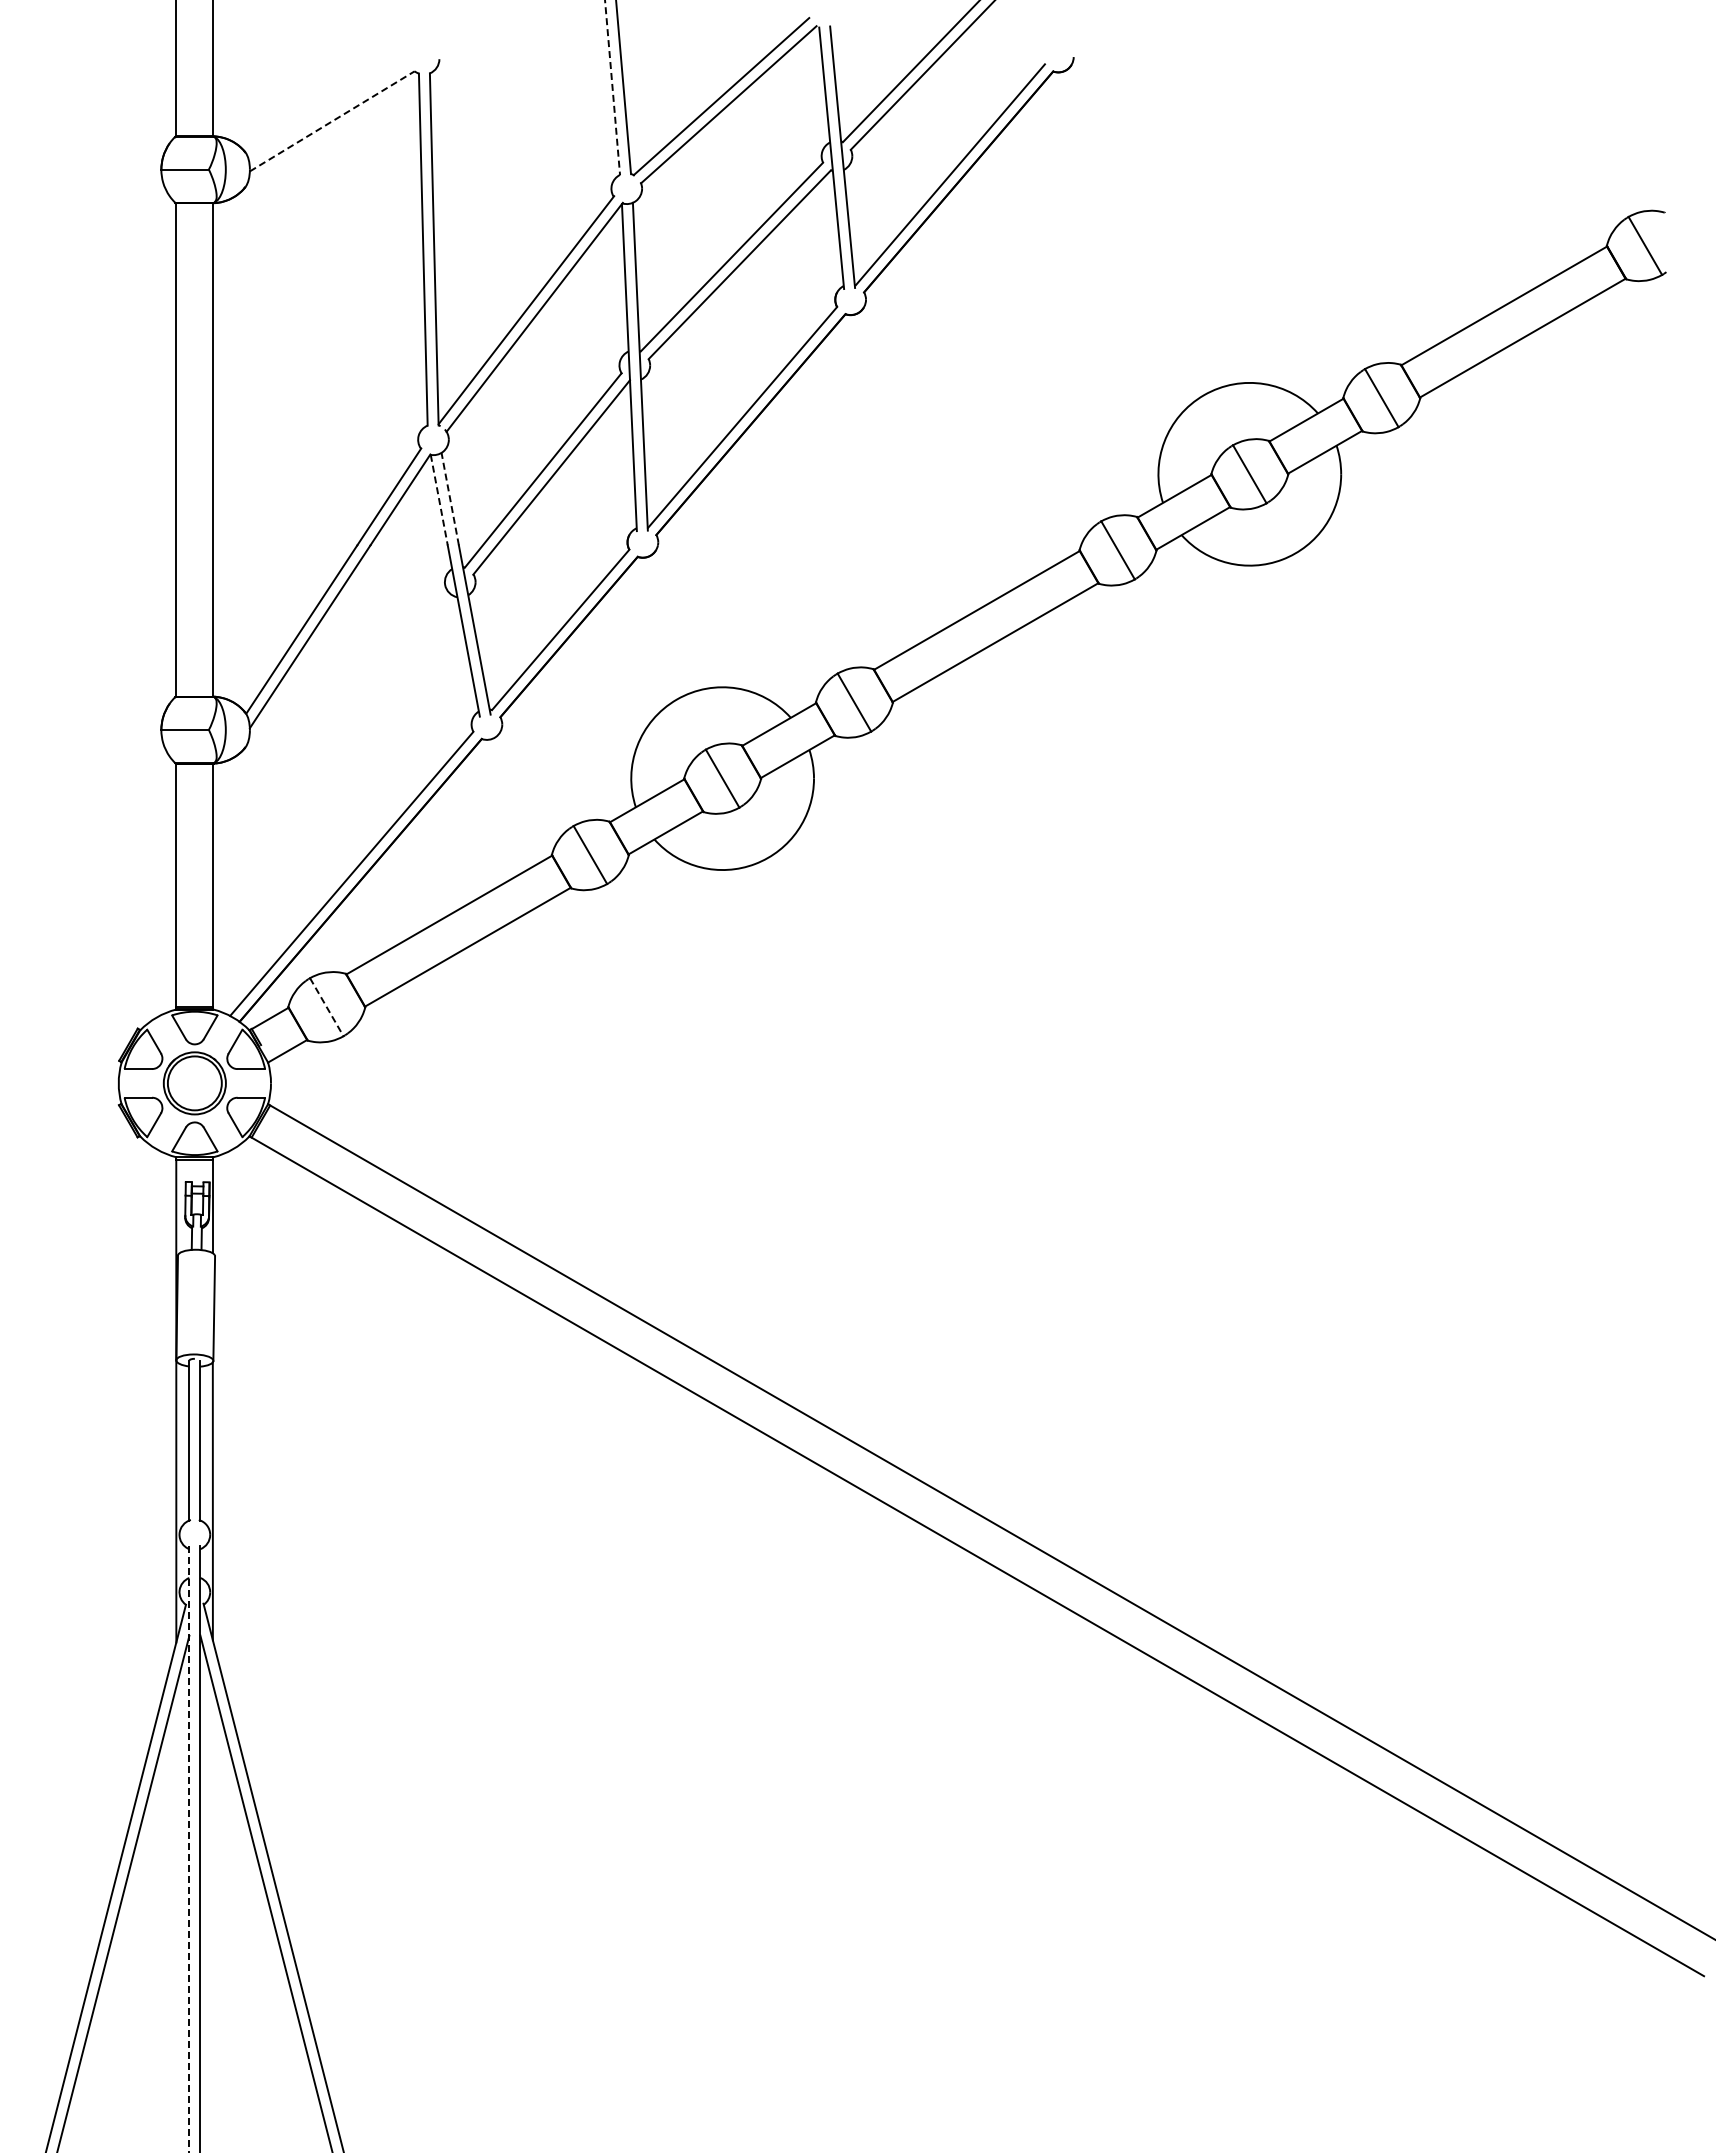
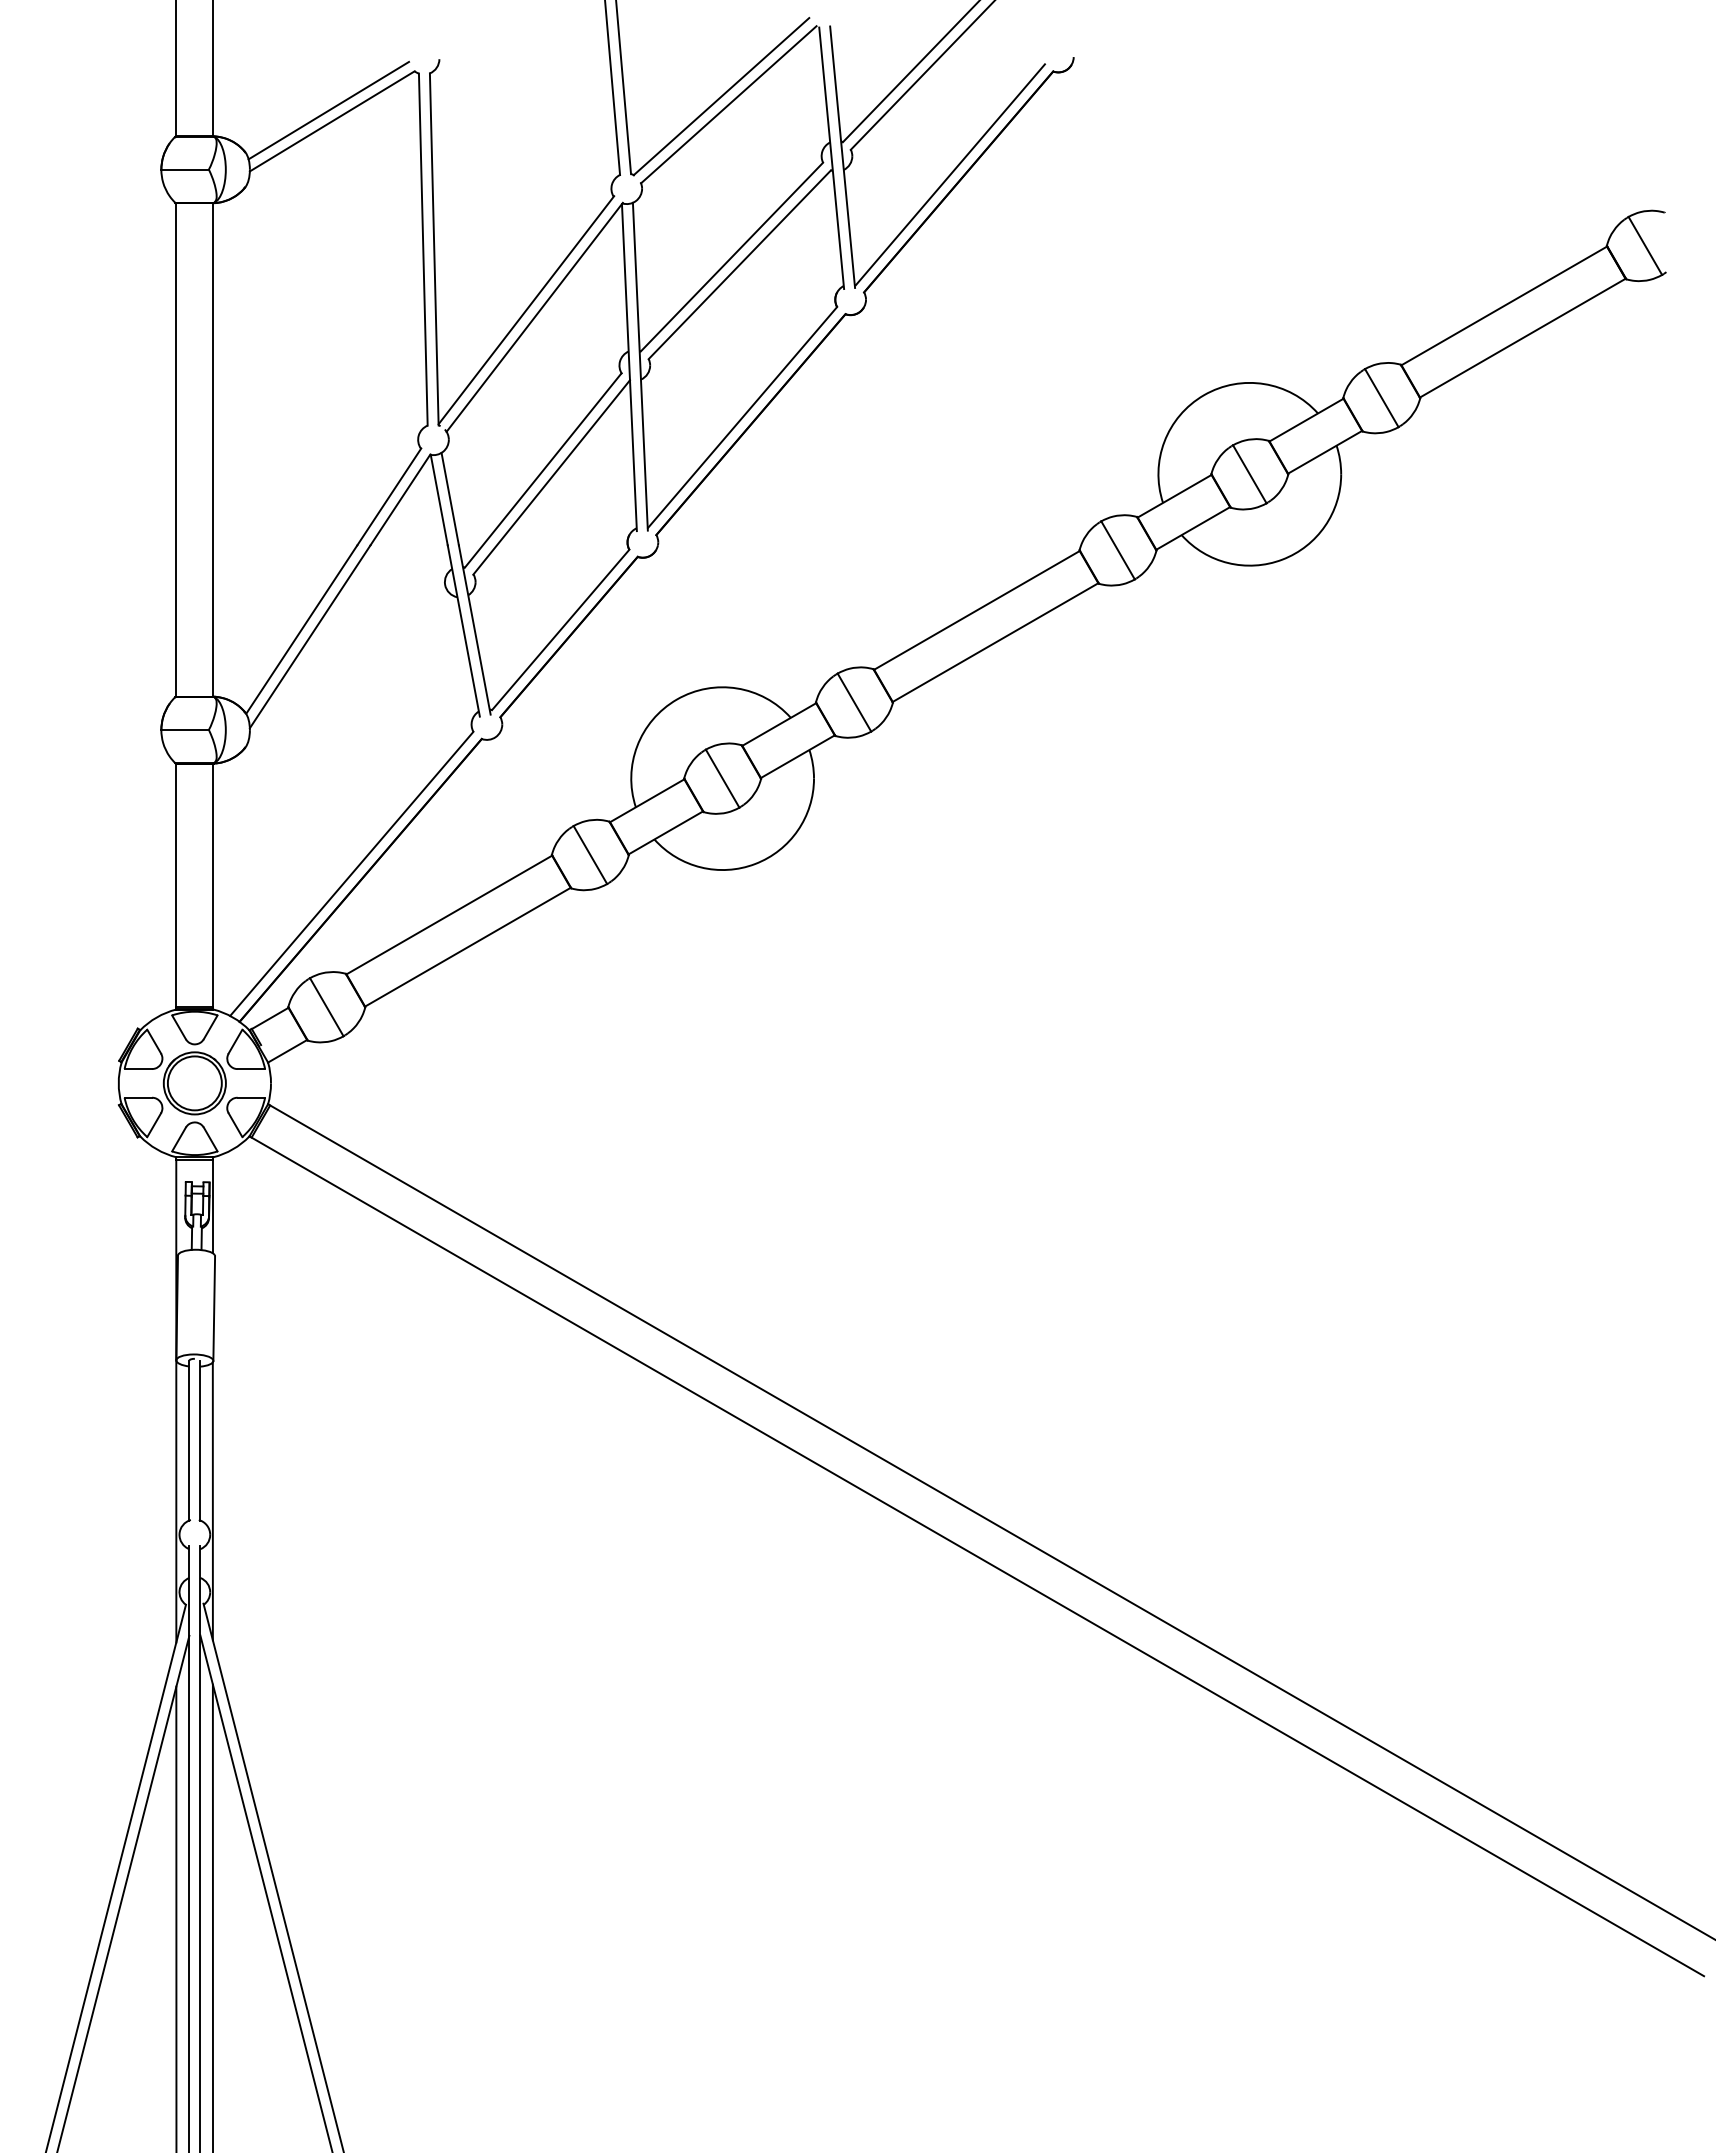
line at (612, 87): dashed -> solid
line at (328, 110): none -> present
line at (332, 121): dashed -> solid
line at (450, 498): dashed -> solid
line at (439, 500): dashed -> solid
line at (326, 1007): dashed -> solid
line at (189, 1849): dashed -> solid
line at (212, 1916): none -> present
line at (176, 1917): none -> present
